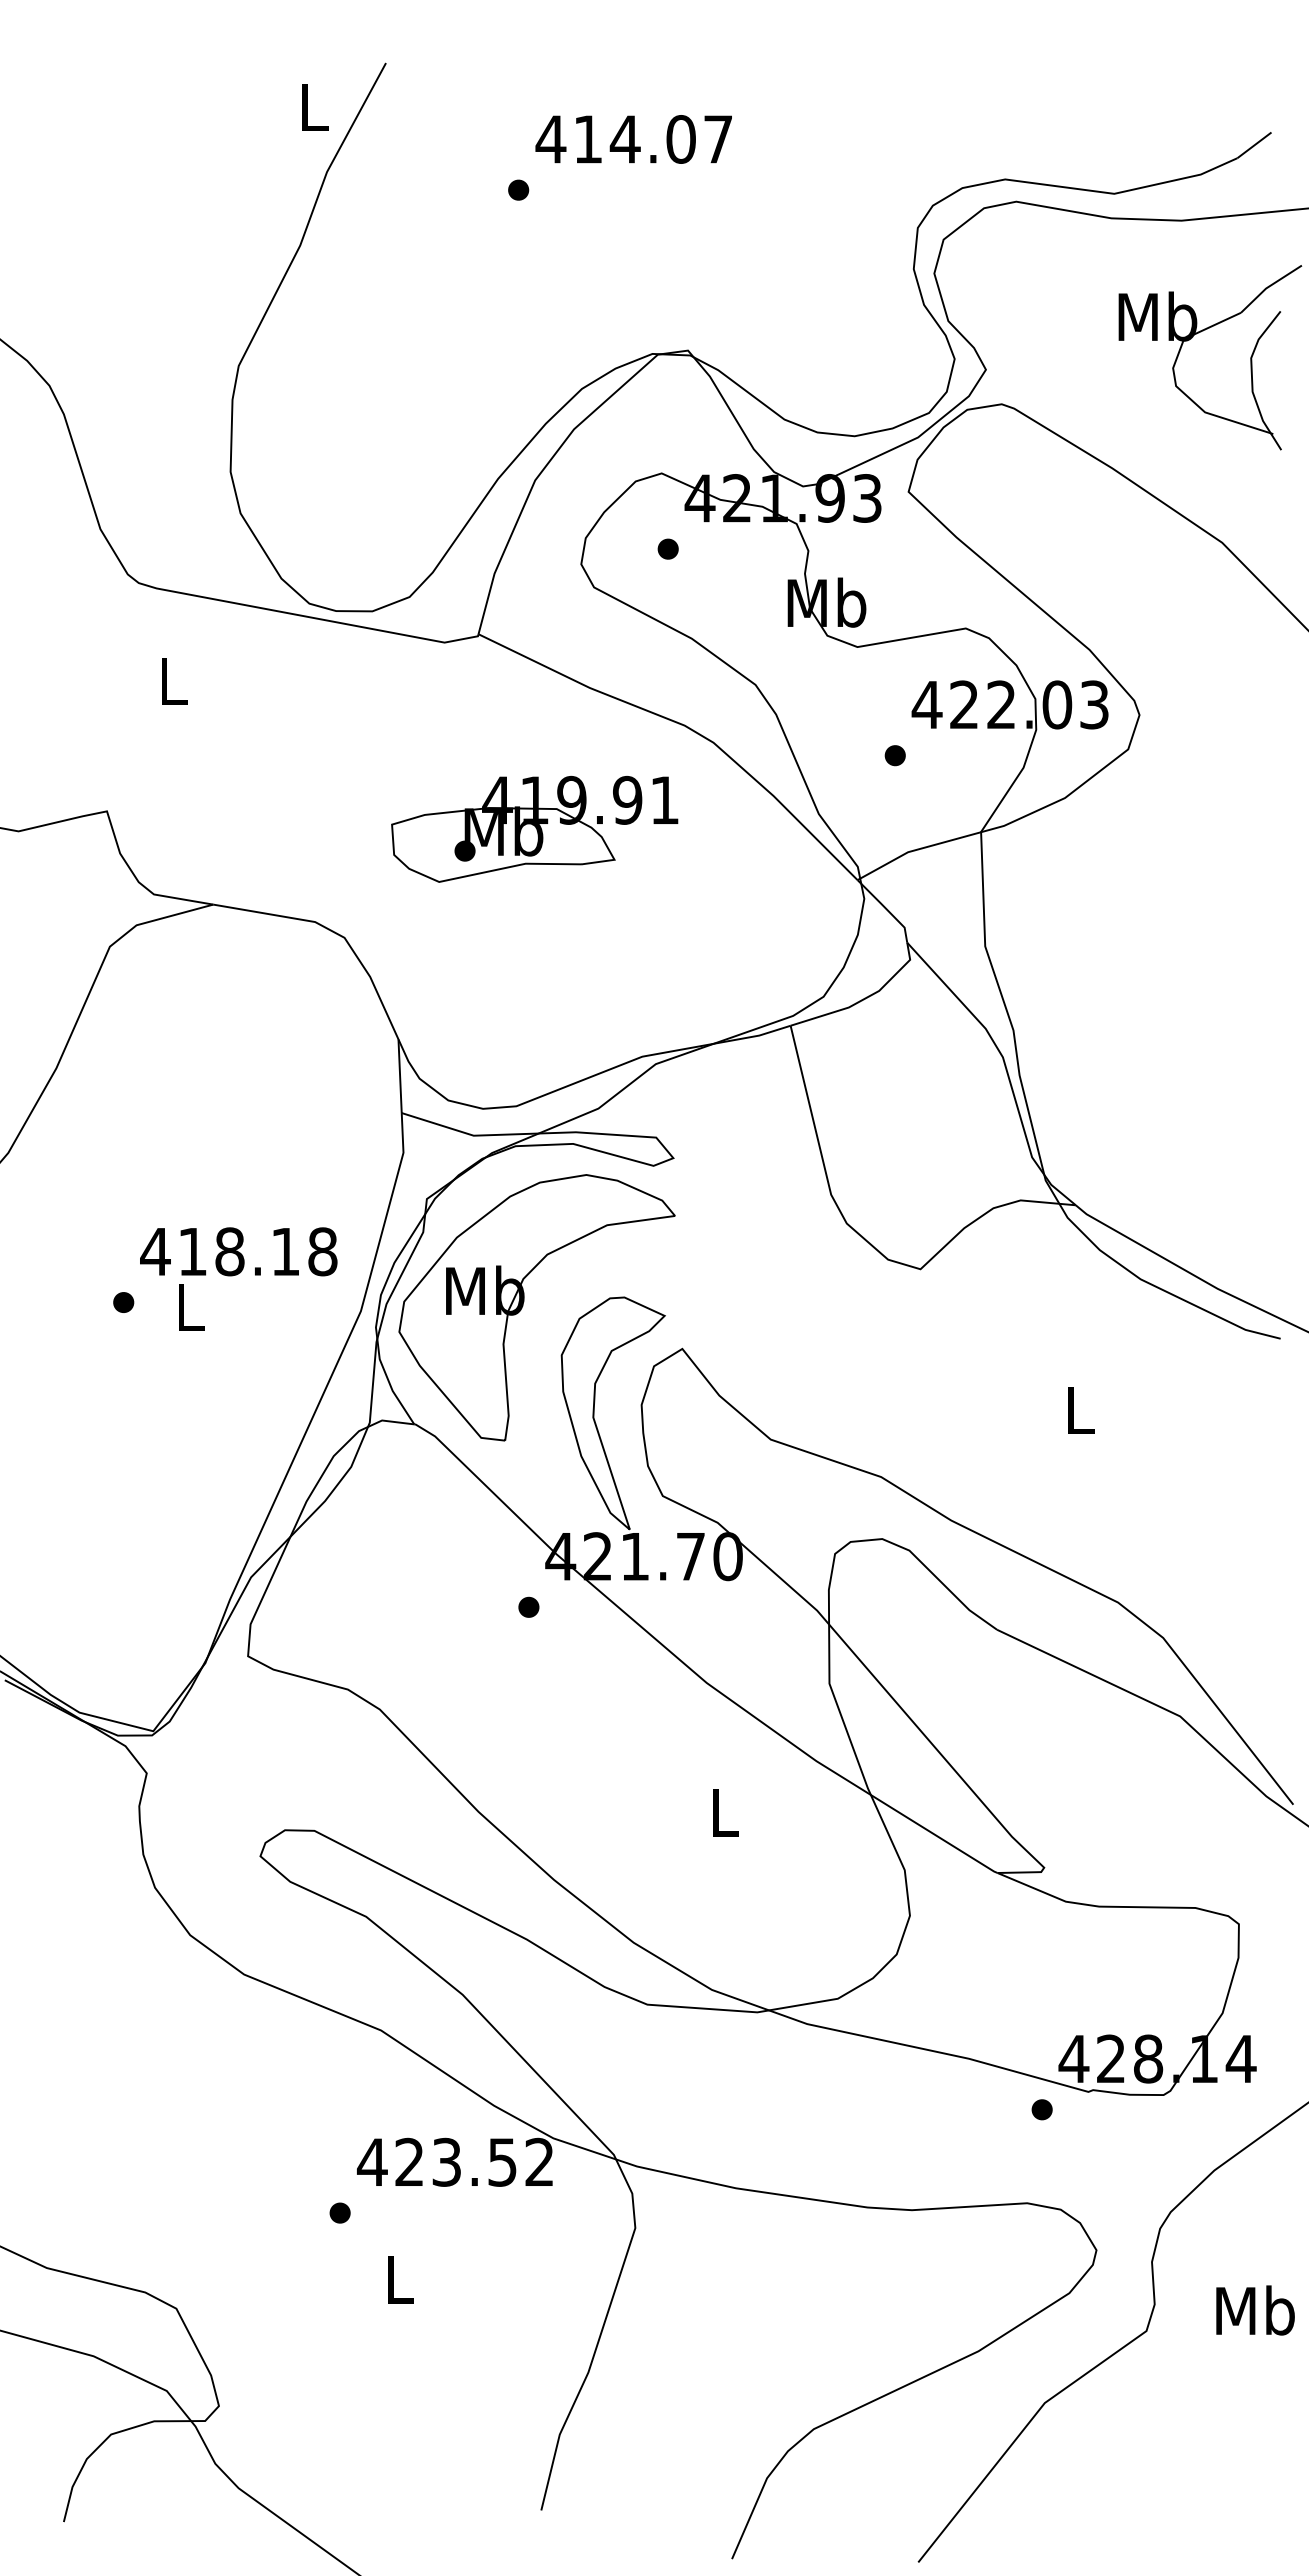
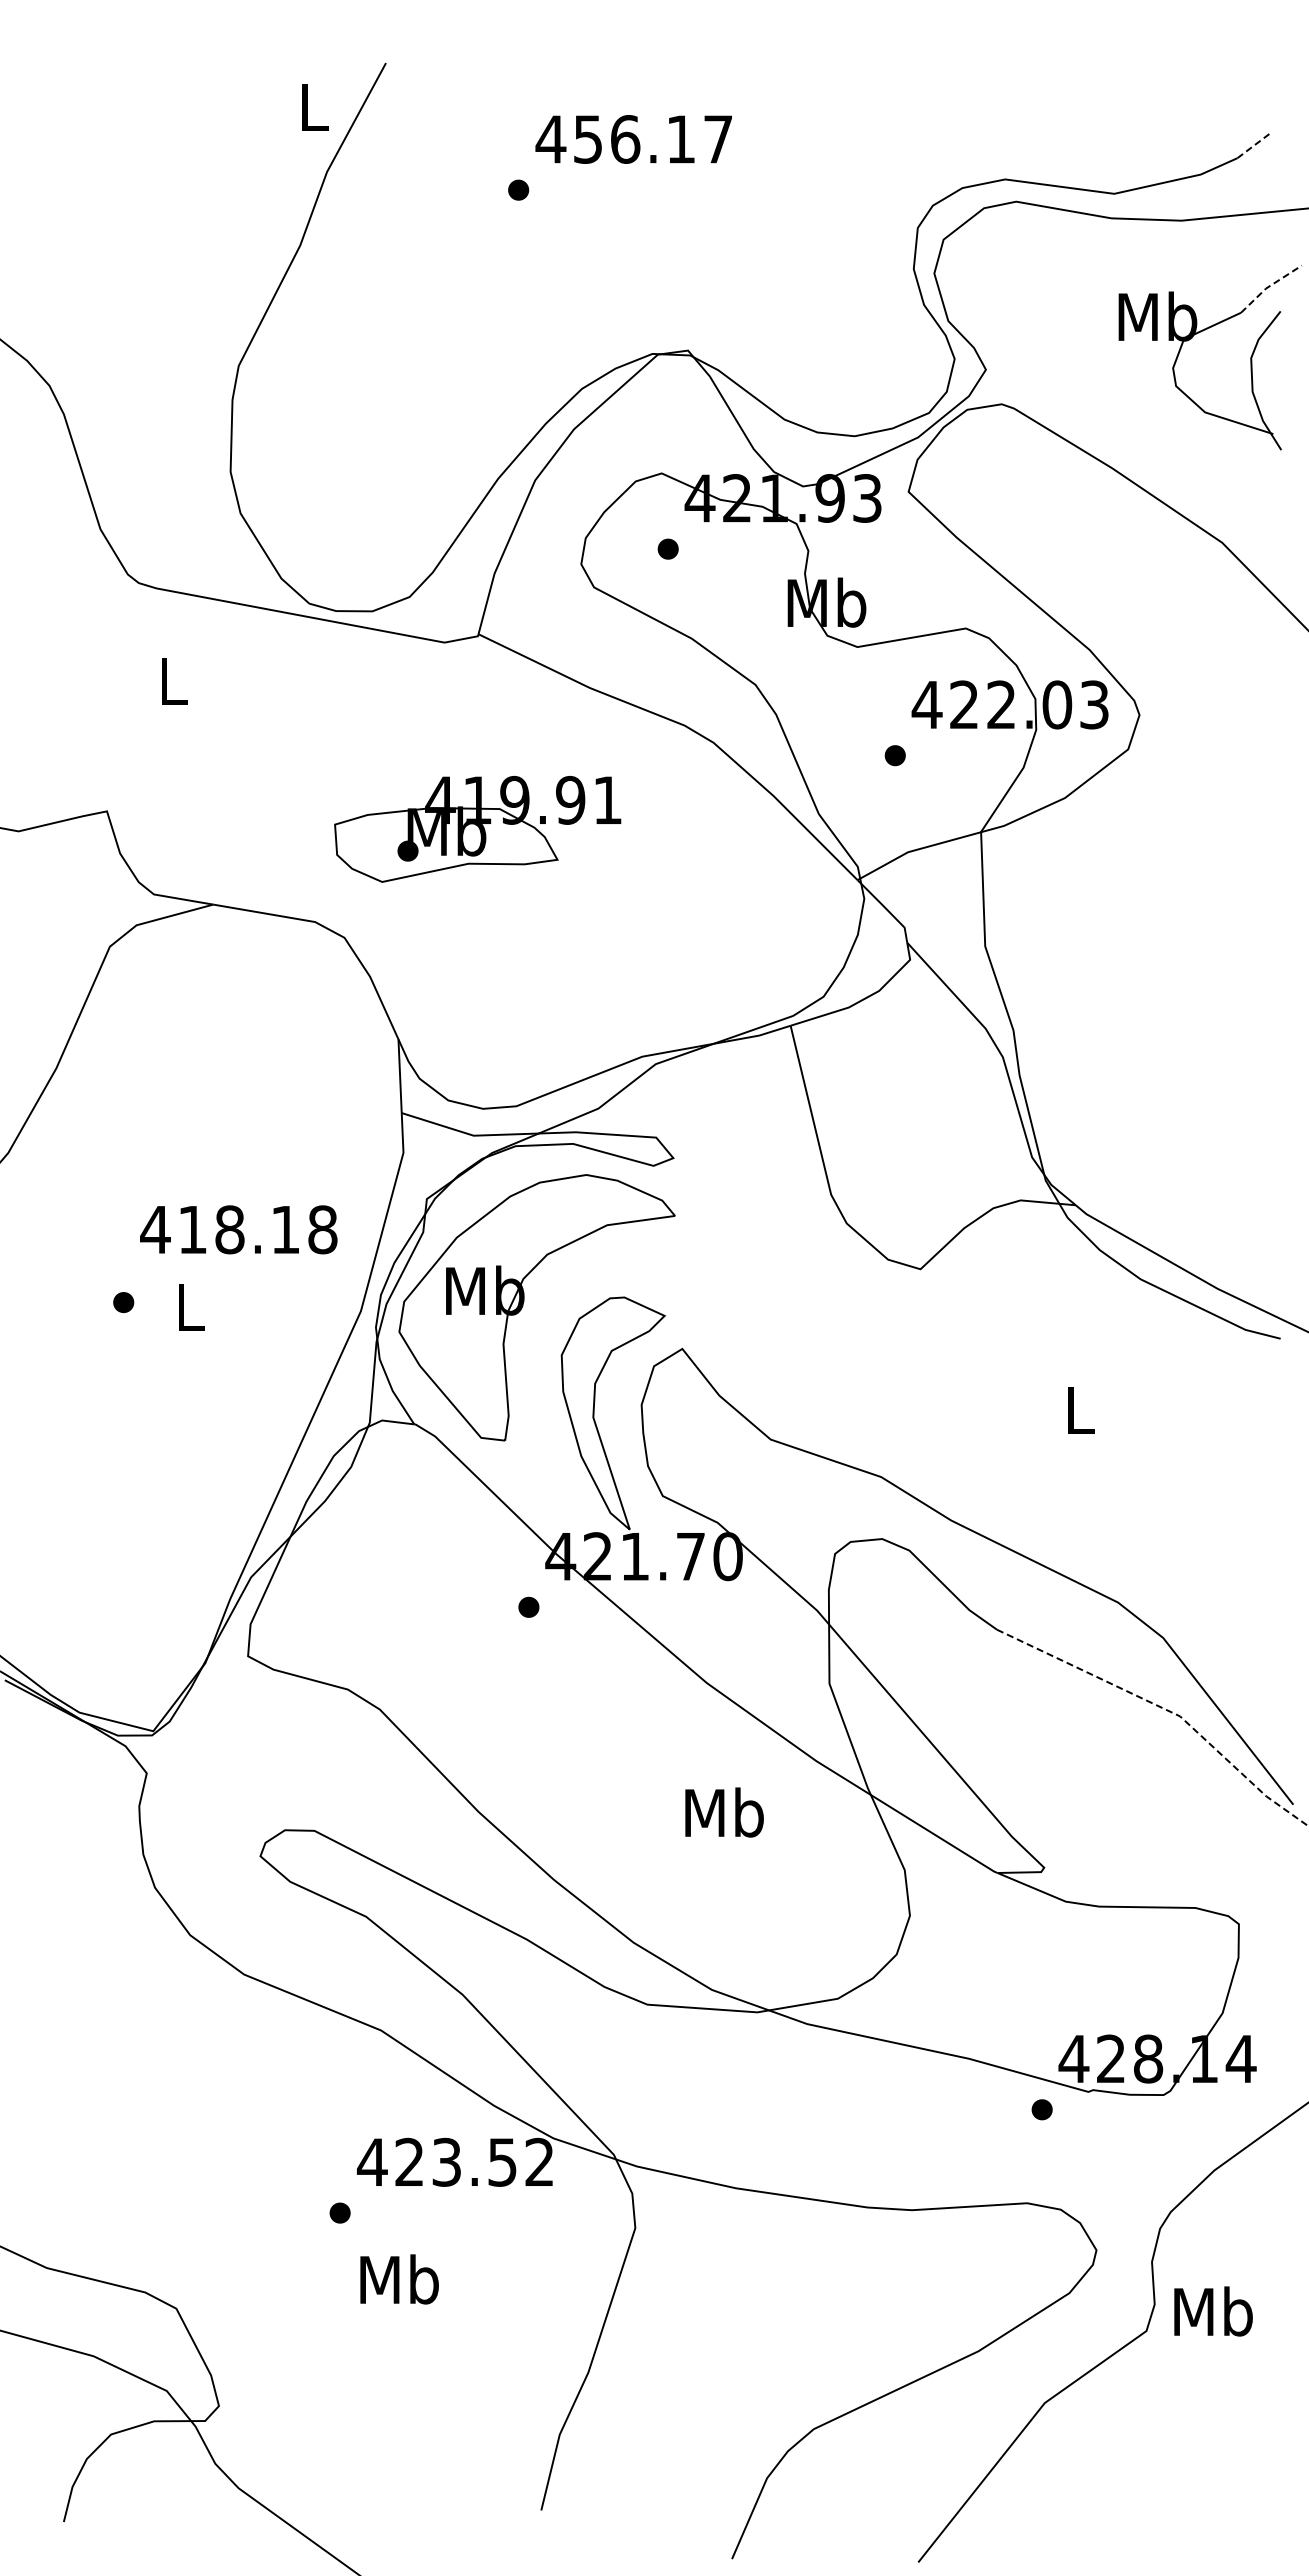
text at (634, 139): 414.07 -> 456.17
line at (1254, 145): solid -> dashed
line at (1269, 286): solid -> dashed
part at (534, 829) position: (534, 829) -> (477, 829)
text at (238, 1251) position: (238, 1251) -> (238, 1229)
line at (1166, 1710): solid -> dashed
text at (724, 1812): L -> Mb
text at (399, 2279): L -> Mb
text at (1255, 2310) position: (1255, 2310) -> (1213, 2311)
